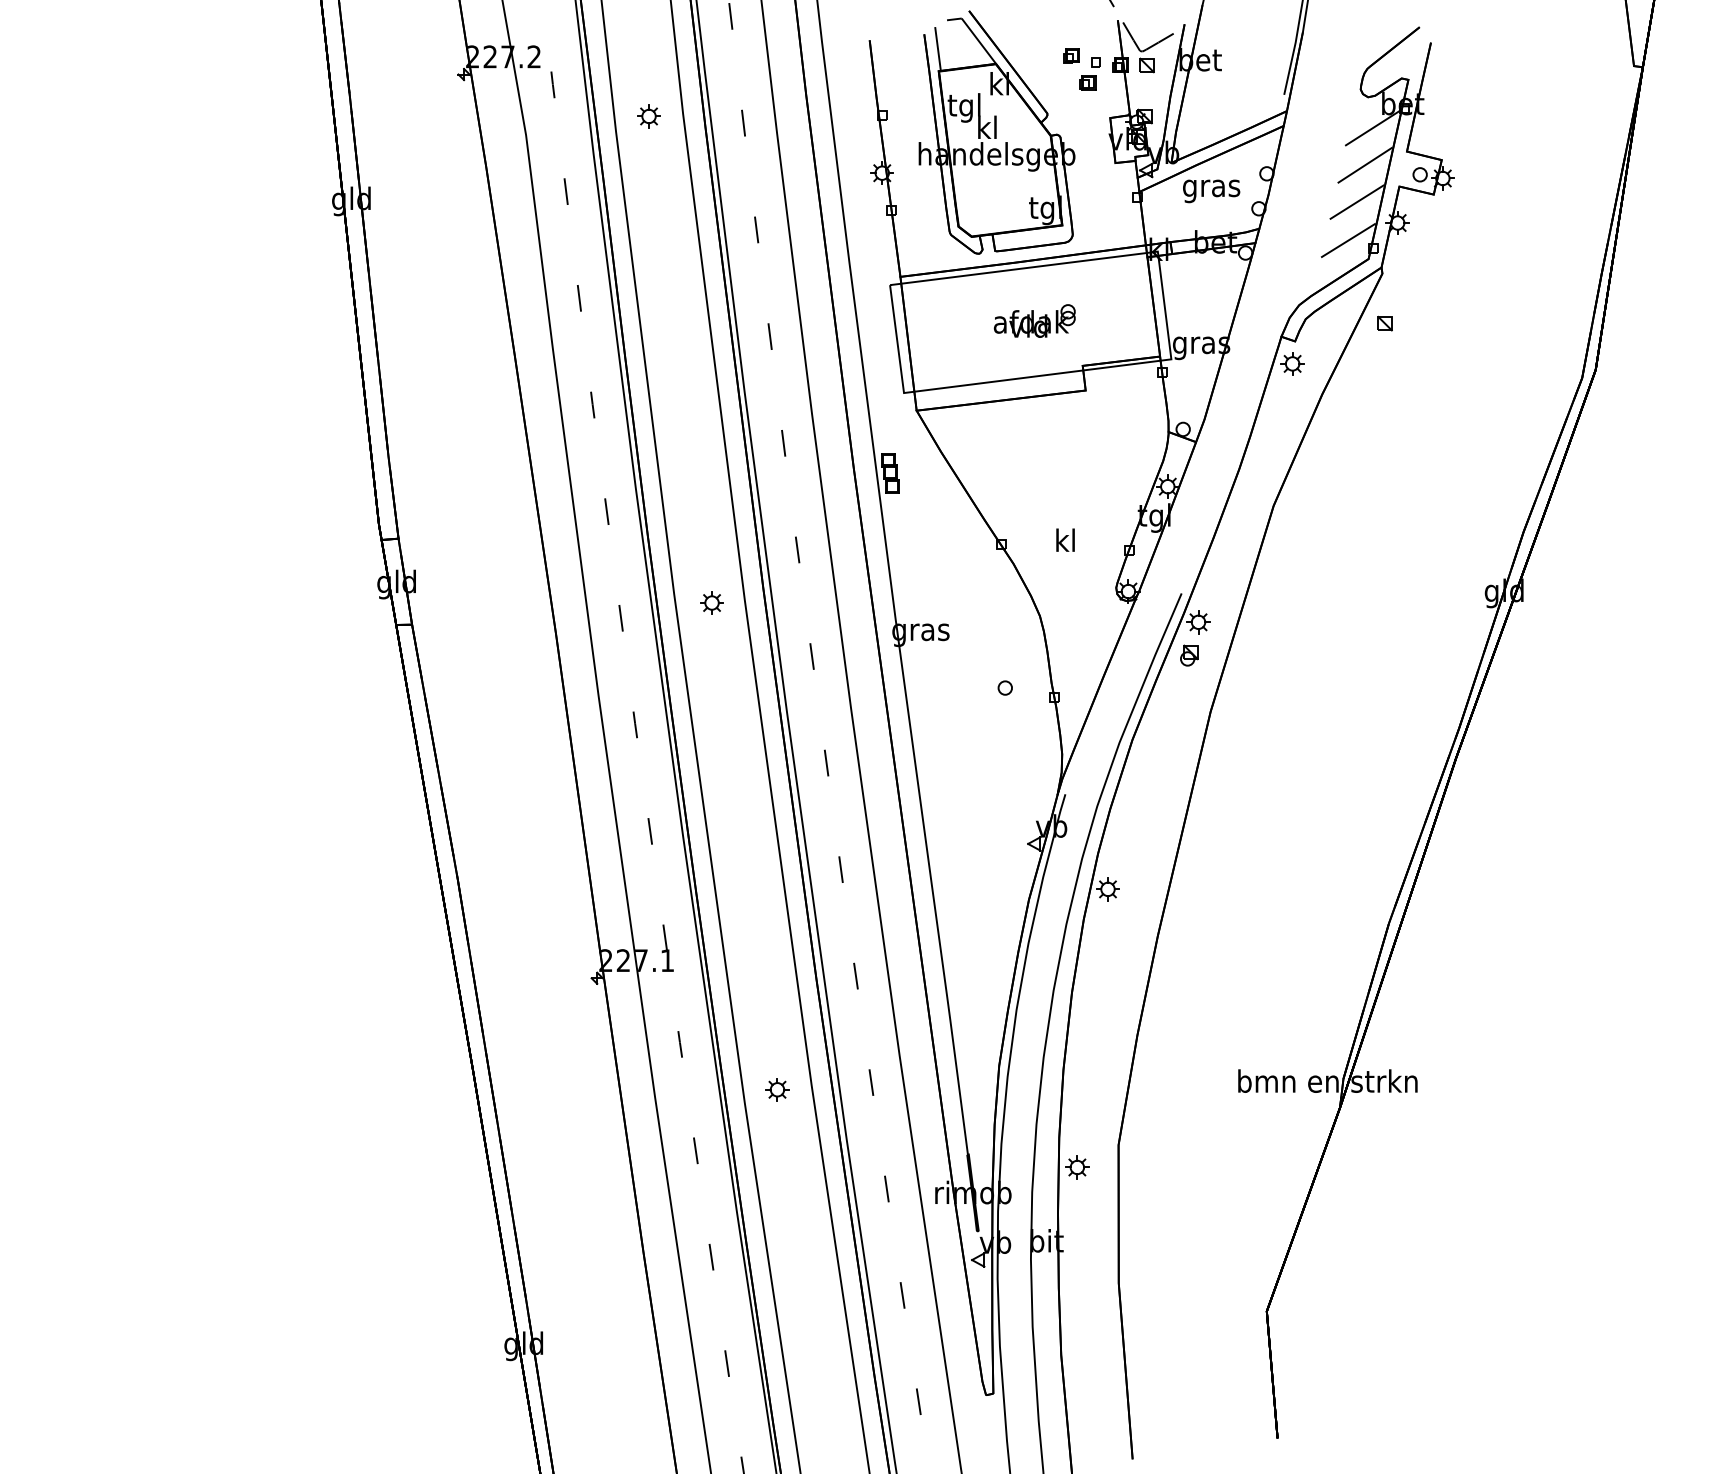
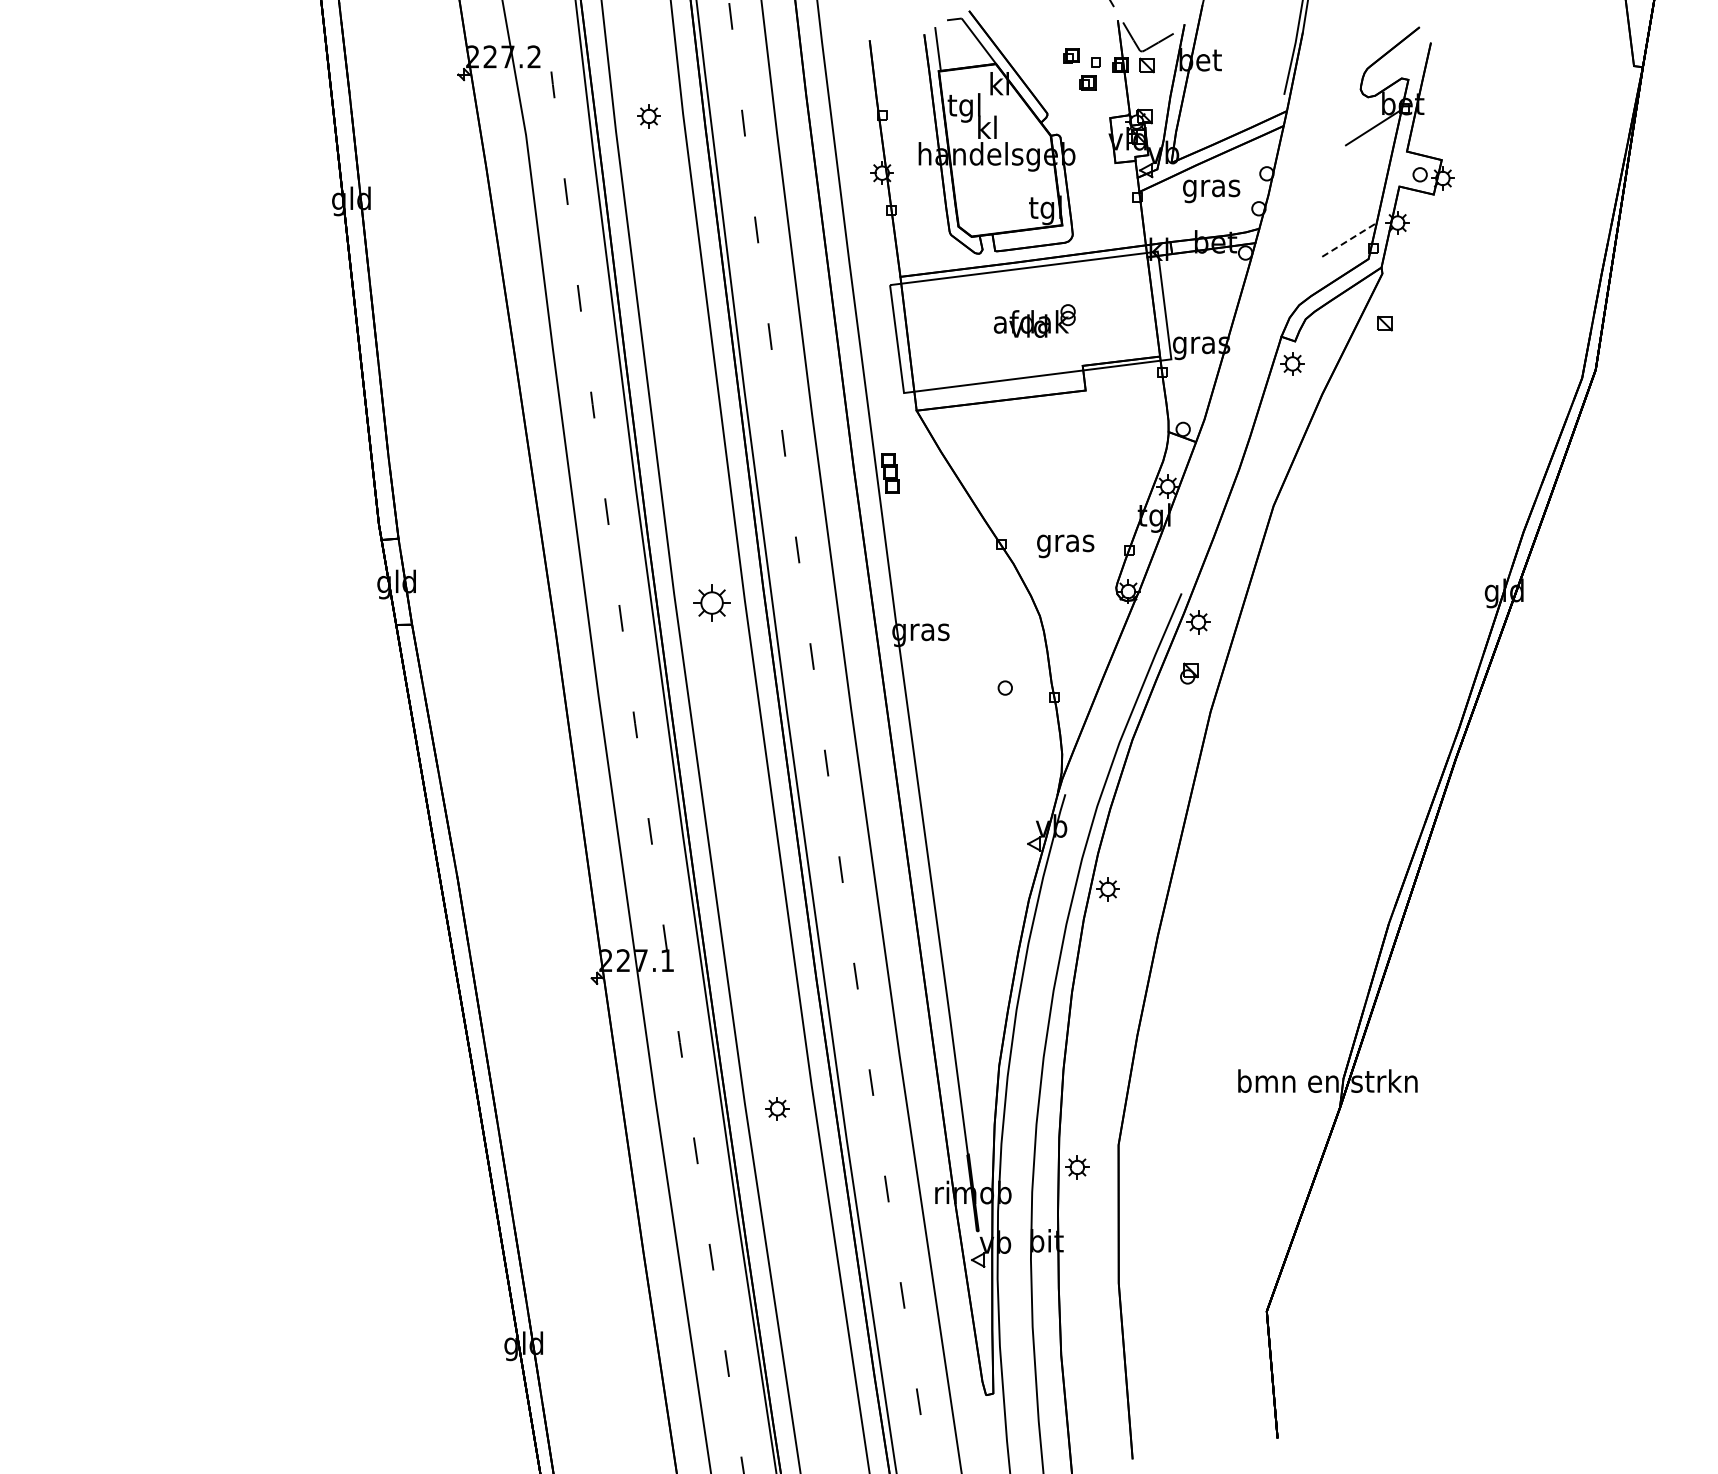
line at (1364, 165): present -> none
line at (1356, 201): present -> none
line at (1348, 240): solid -> dashed
text at (1065, 543): kl -> gras
part at (711, 602) size: 24x24 px -> 38x38 px
part at (1189, 655) position: (1189, 655) -> (1189, 673)
part at (777, 1089) position: (777, 1089) -> (777, 1108)
